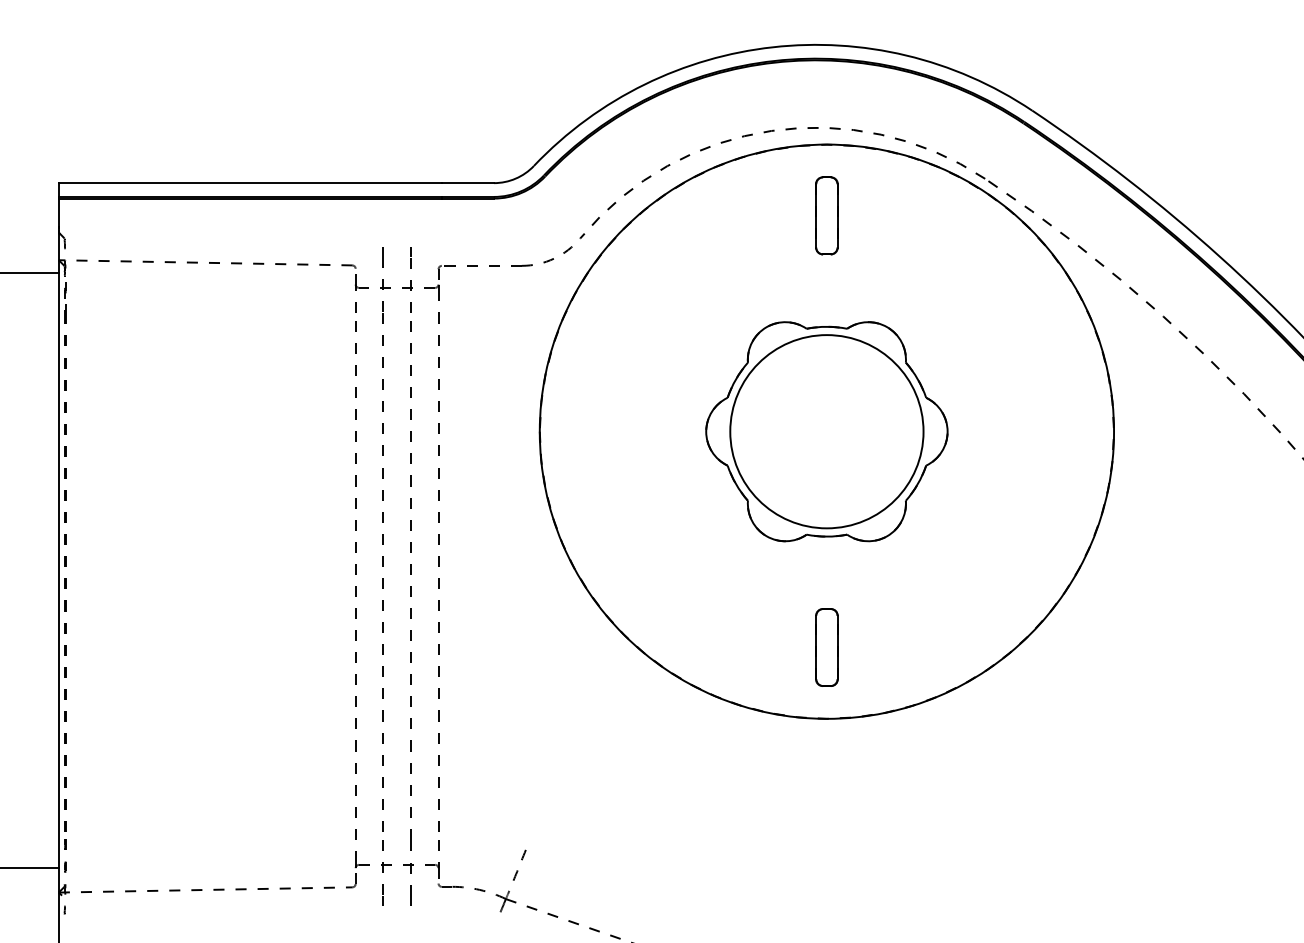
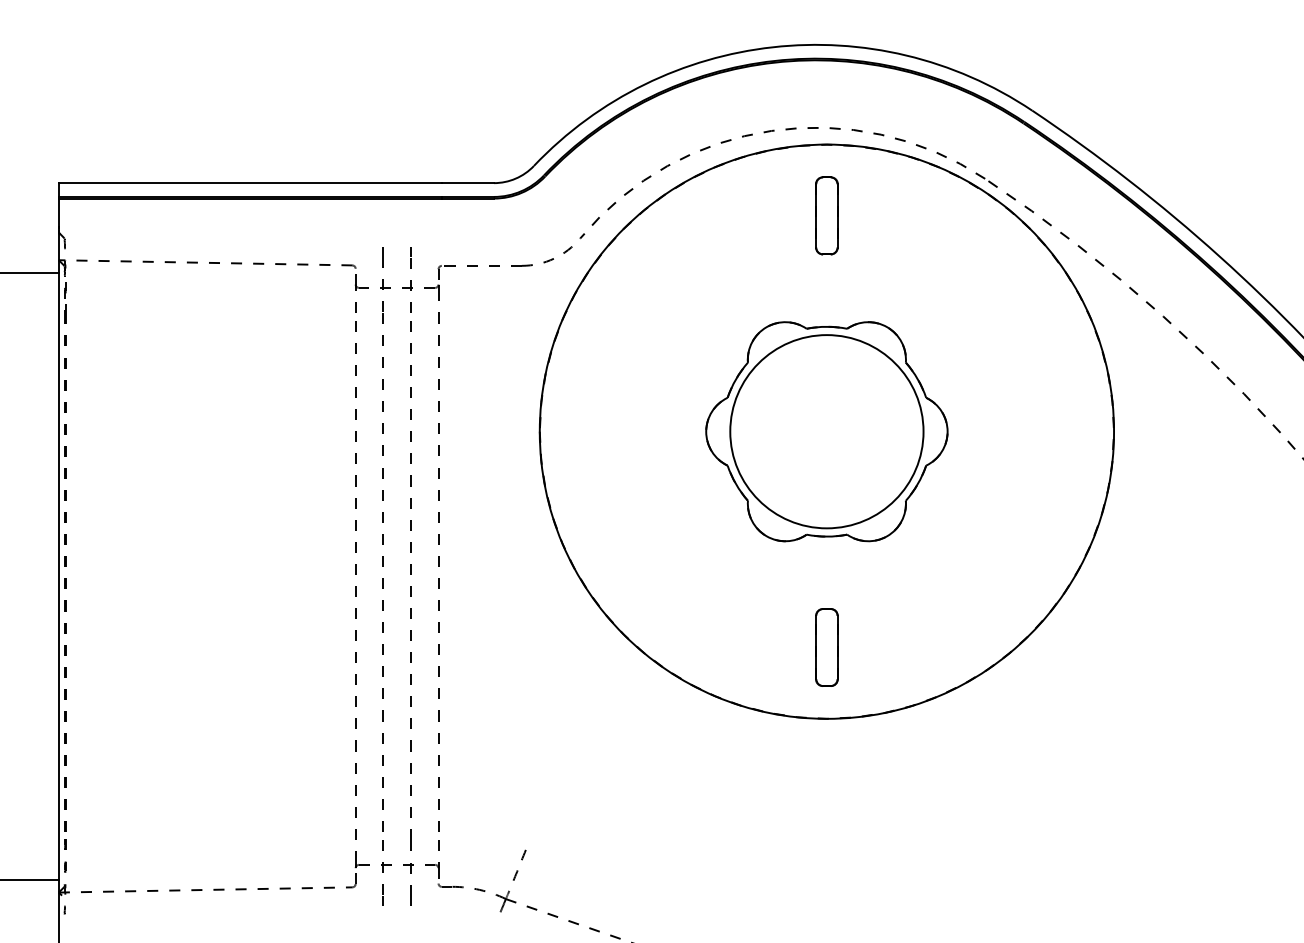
line at (30, 868) position: (30, 868) -> (30, 880)
